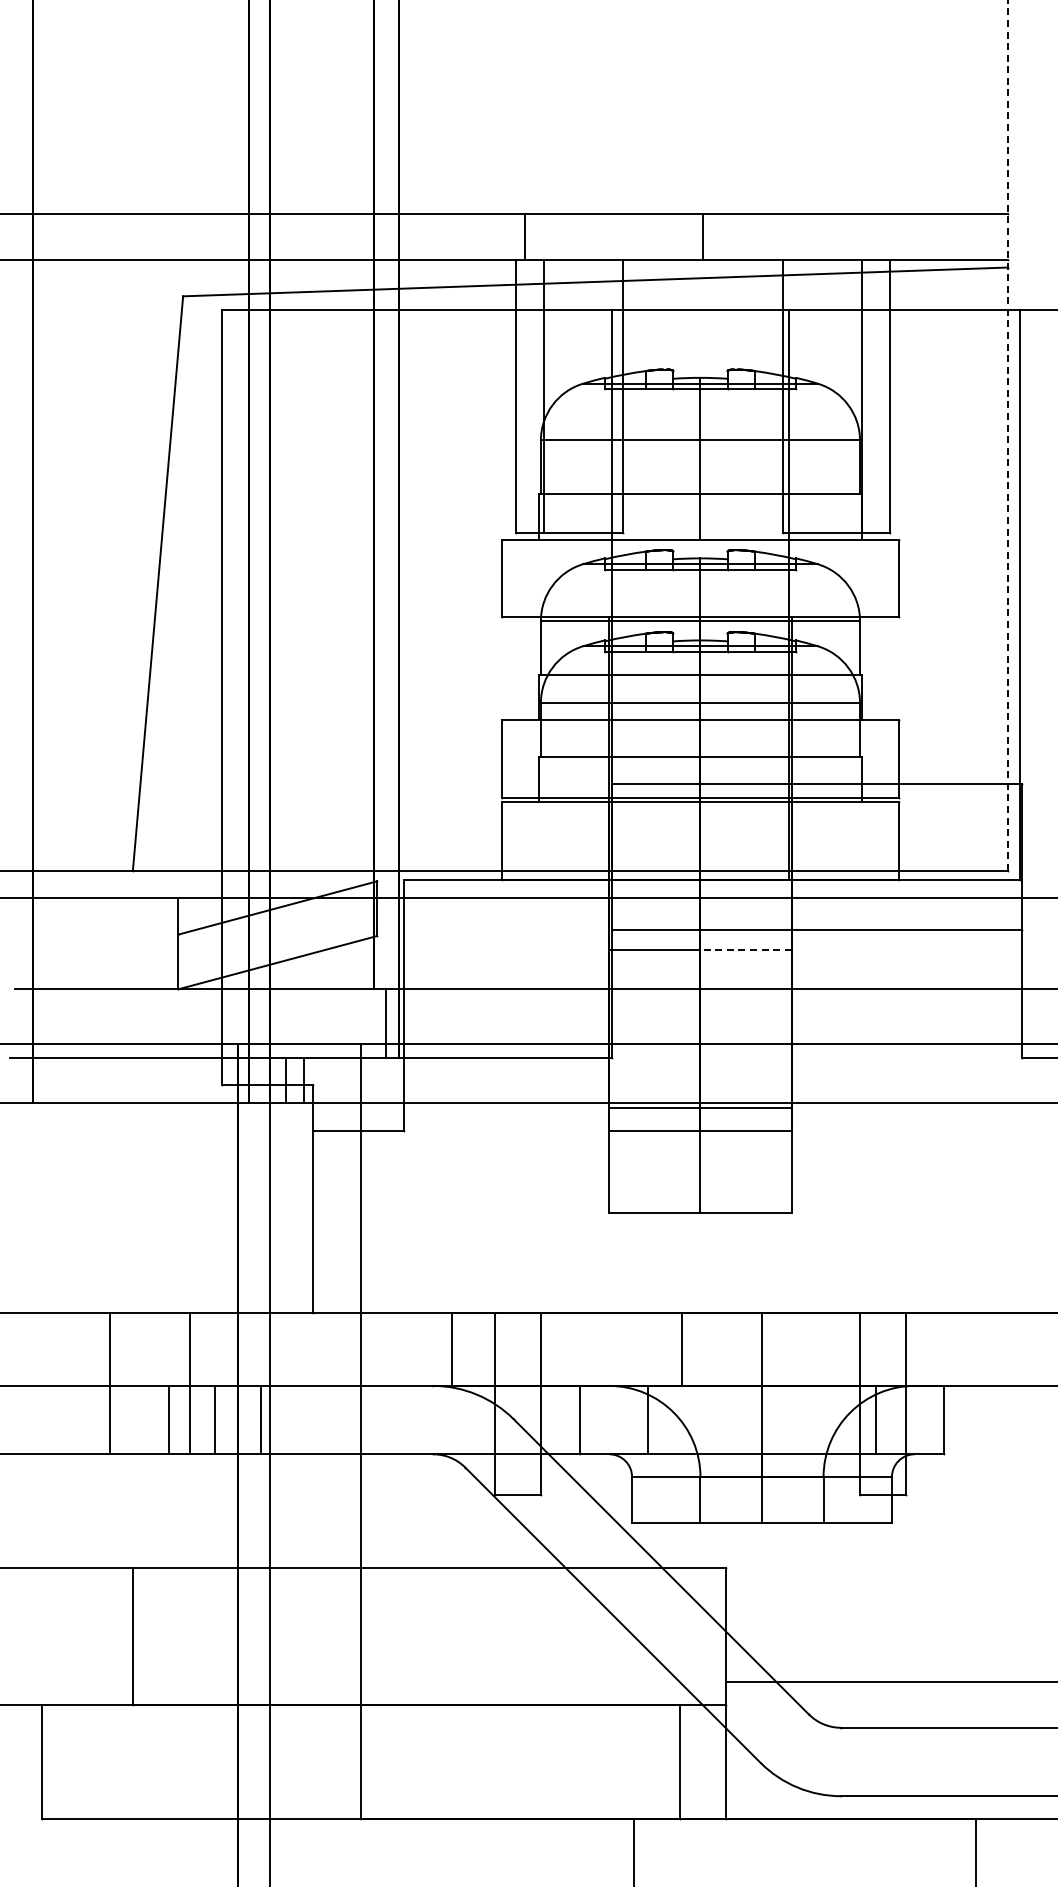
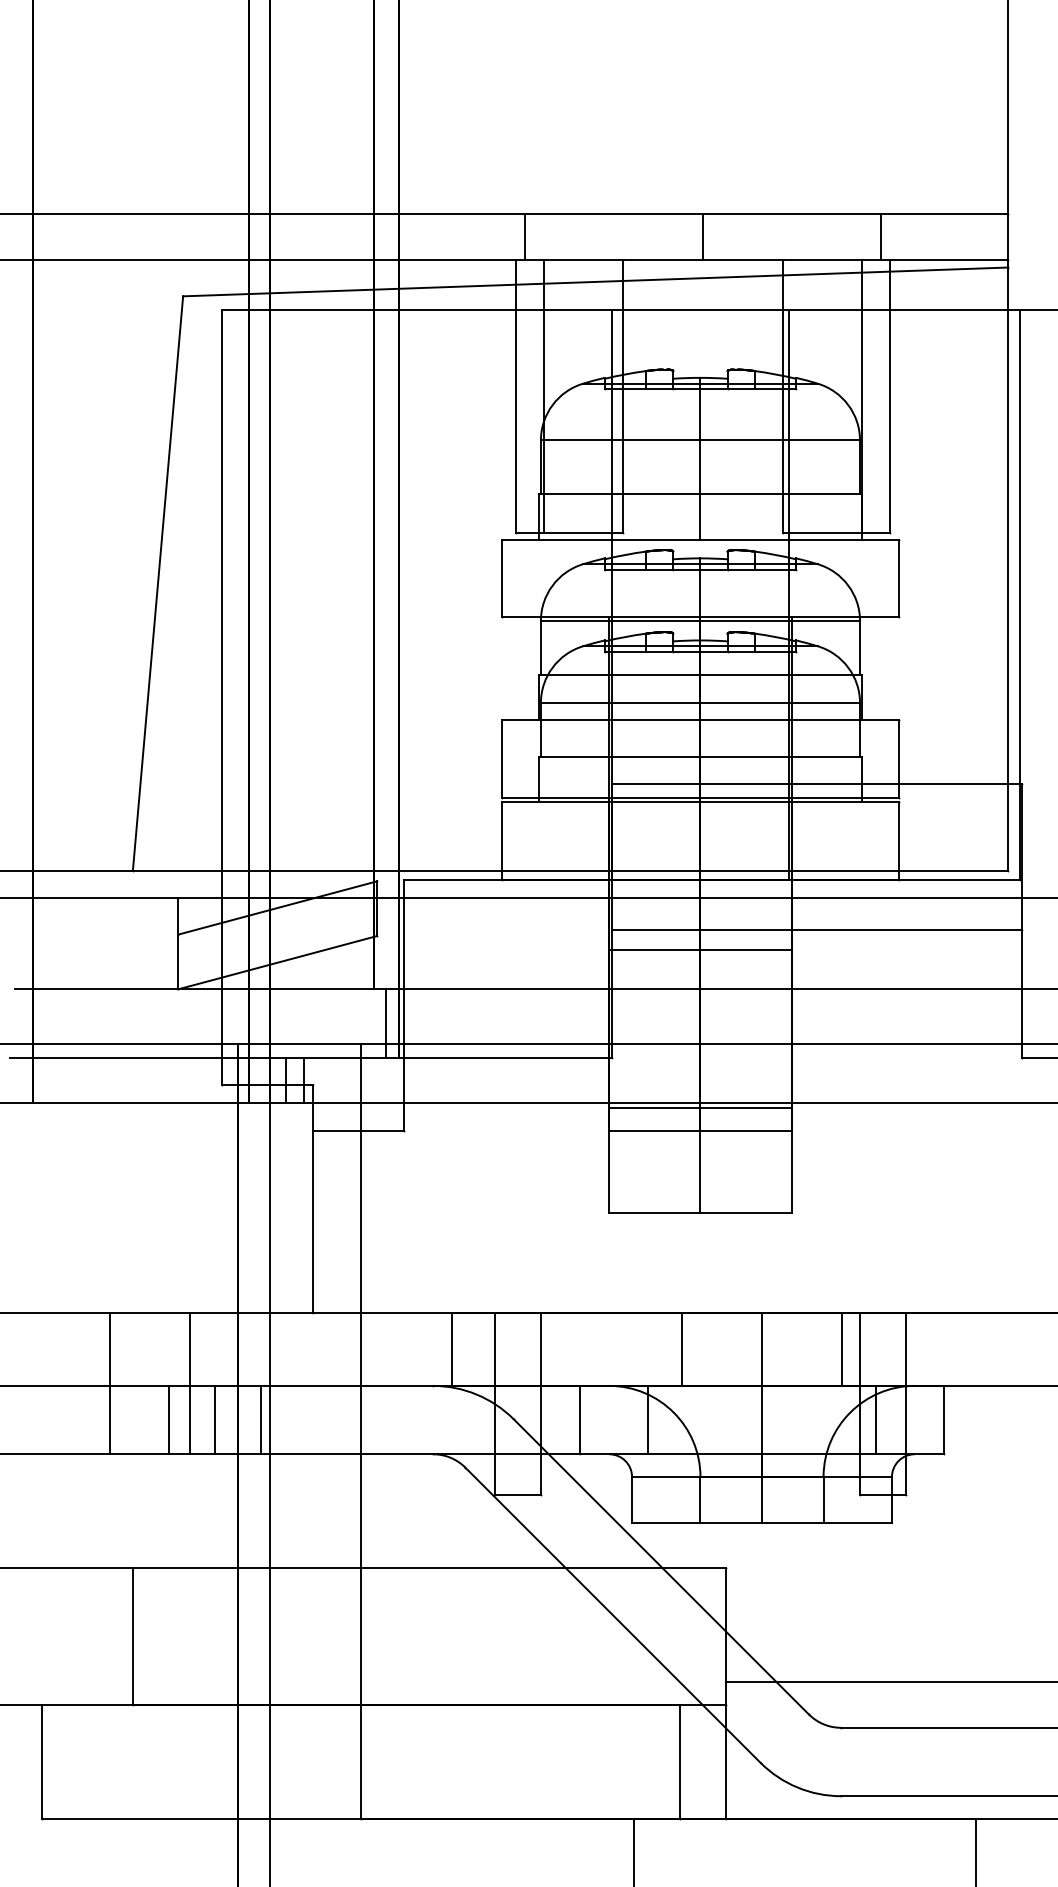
line at (880, 236): none -> present
line at (1008, 434): dashed -> solid
line at (746, 950): dashed -> solid
line at (841, 1348): none -> present
